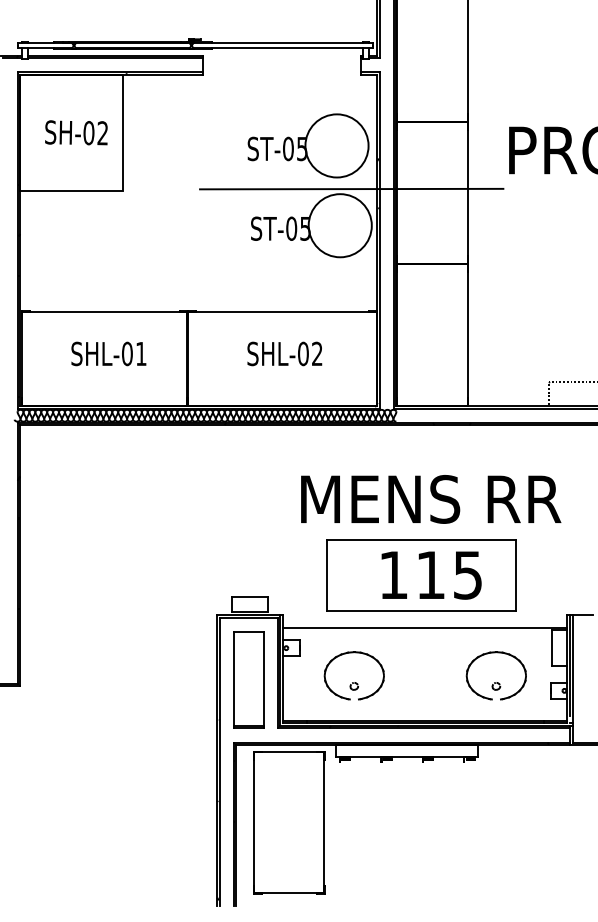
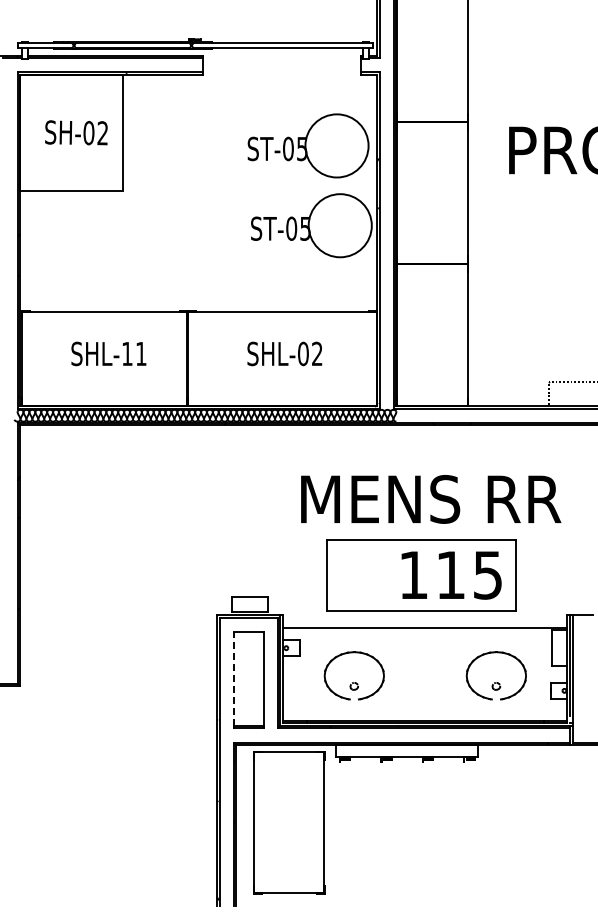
line at (351, 188): present -> none
text at (127, 353): SHL-01 -> SHL-11
text at (431, 575) position: (431, 575) -> (451, 575)
line at (234, 678): solid -> dashed
